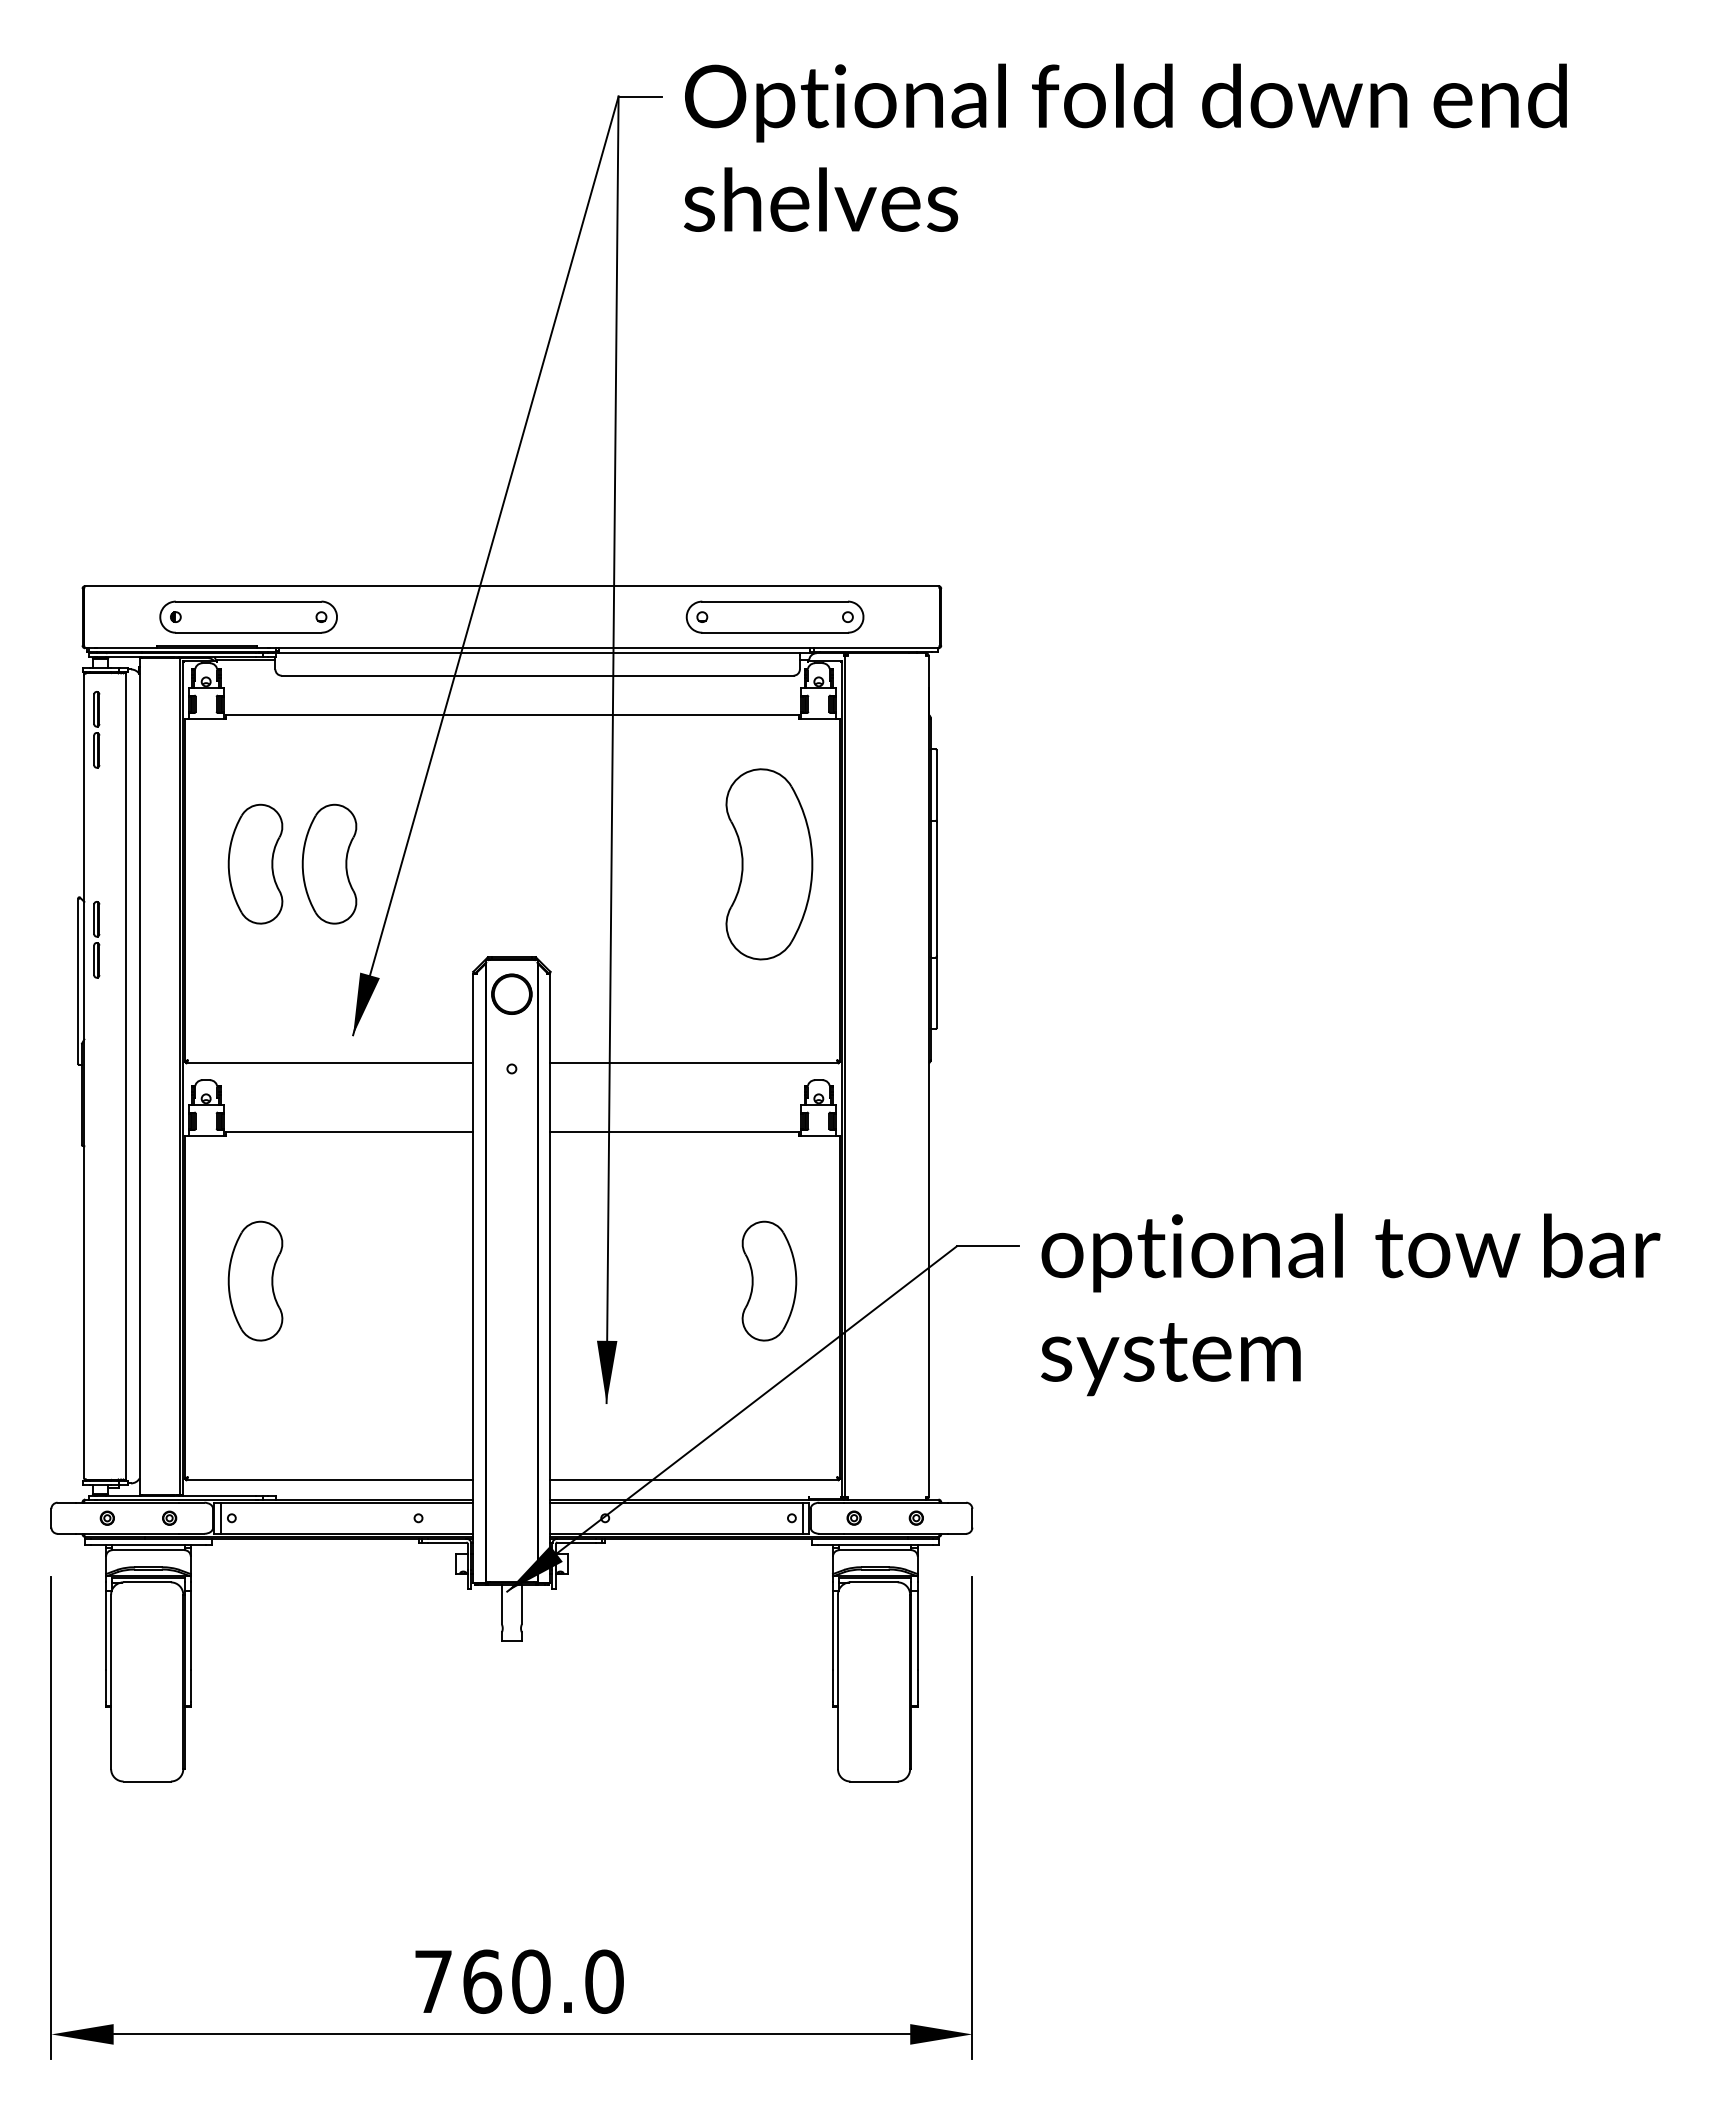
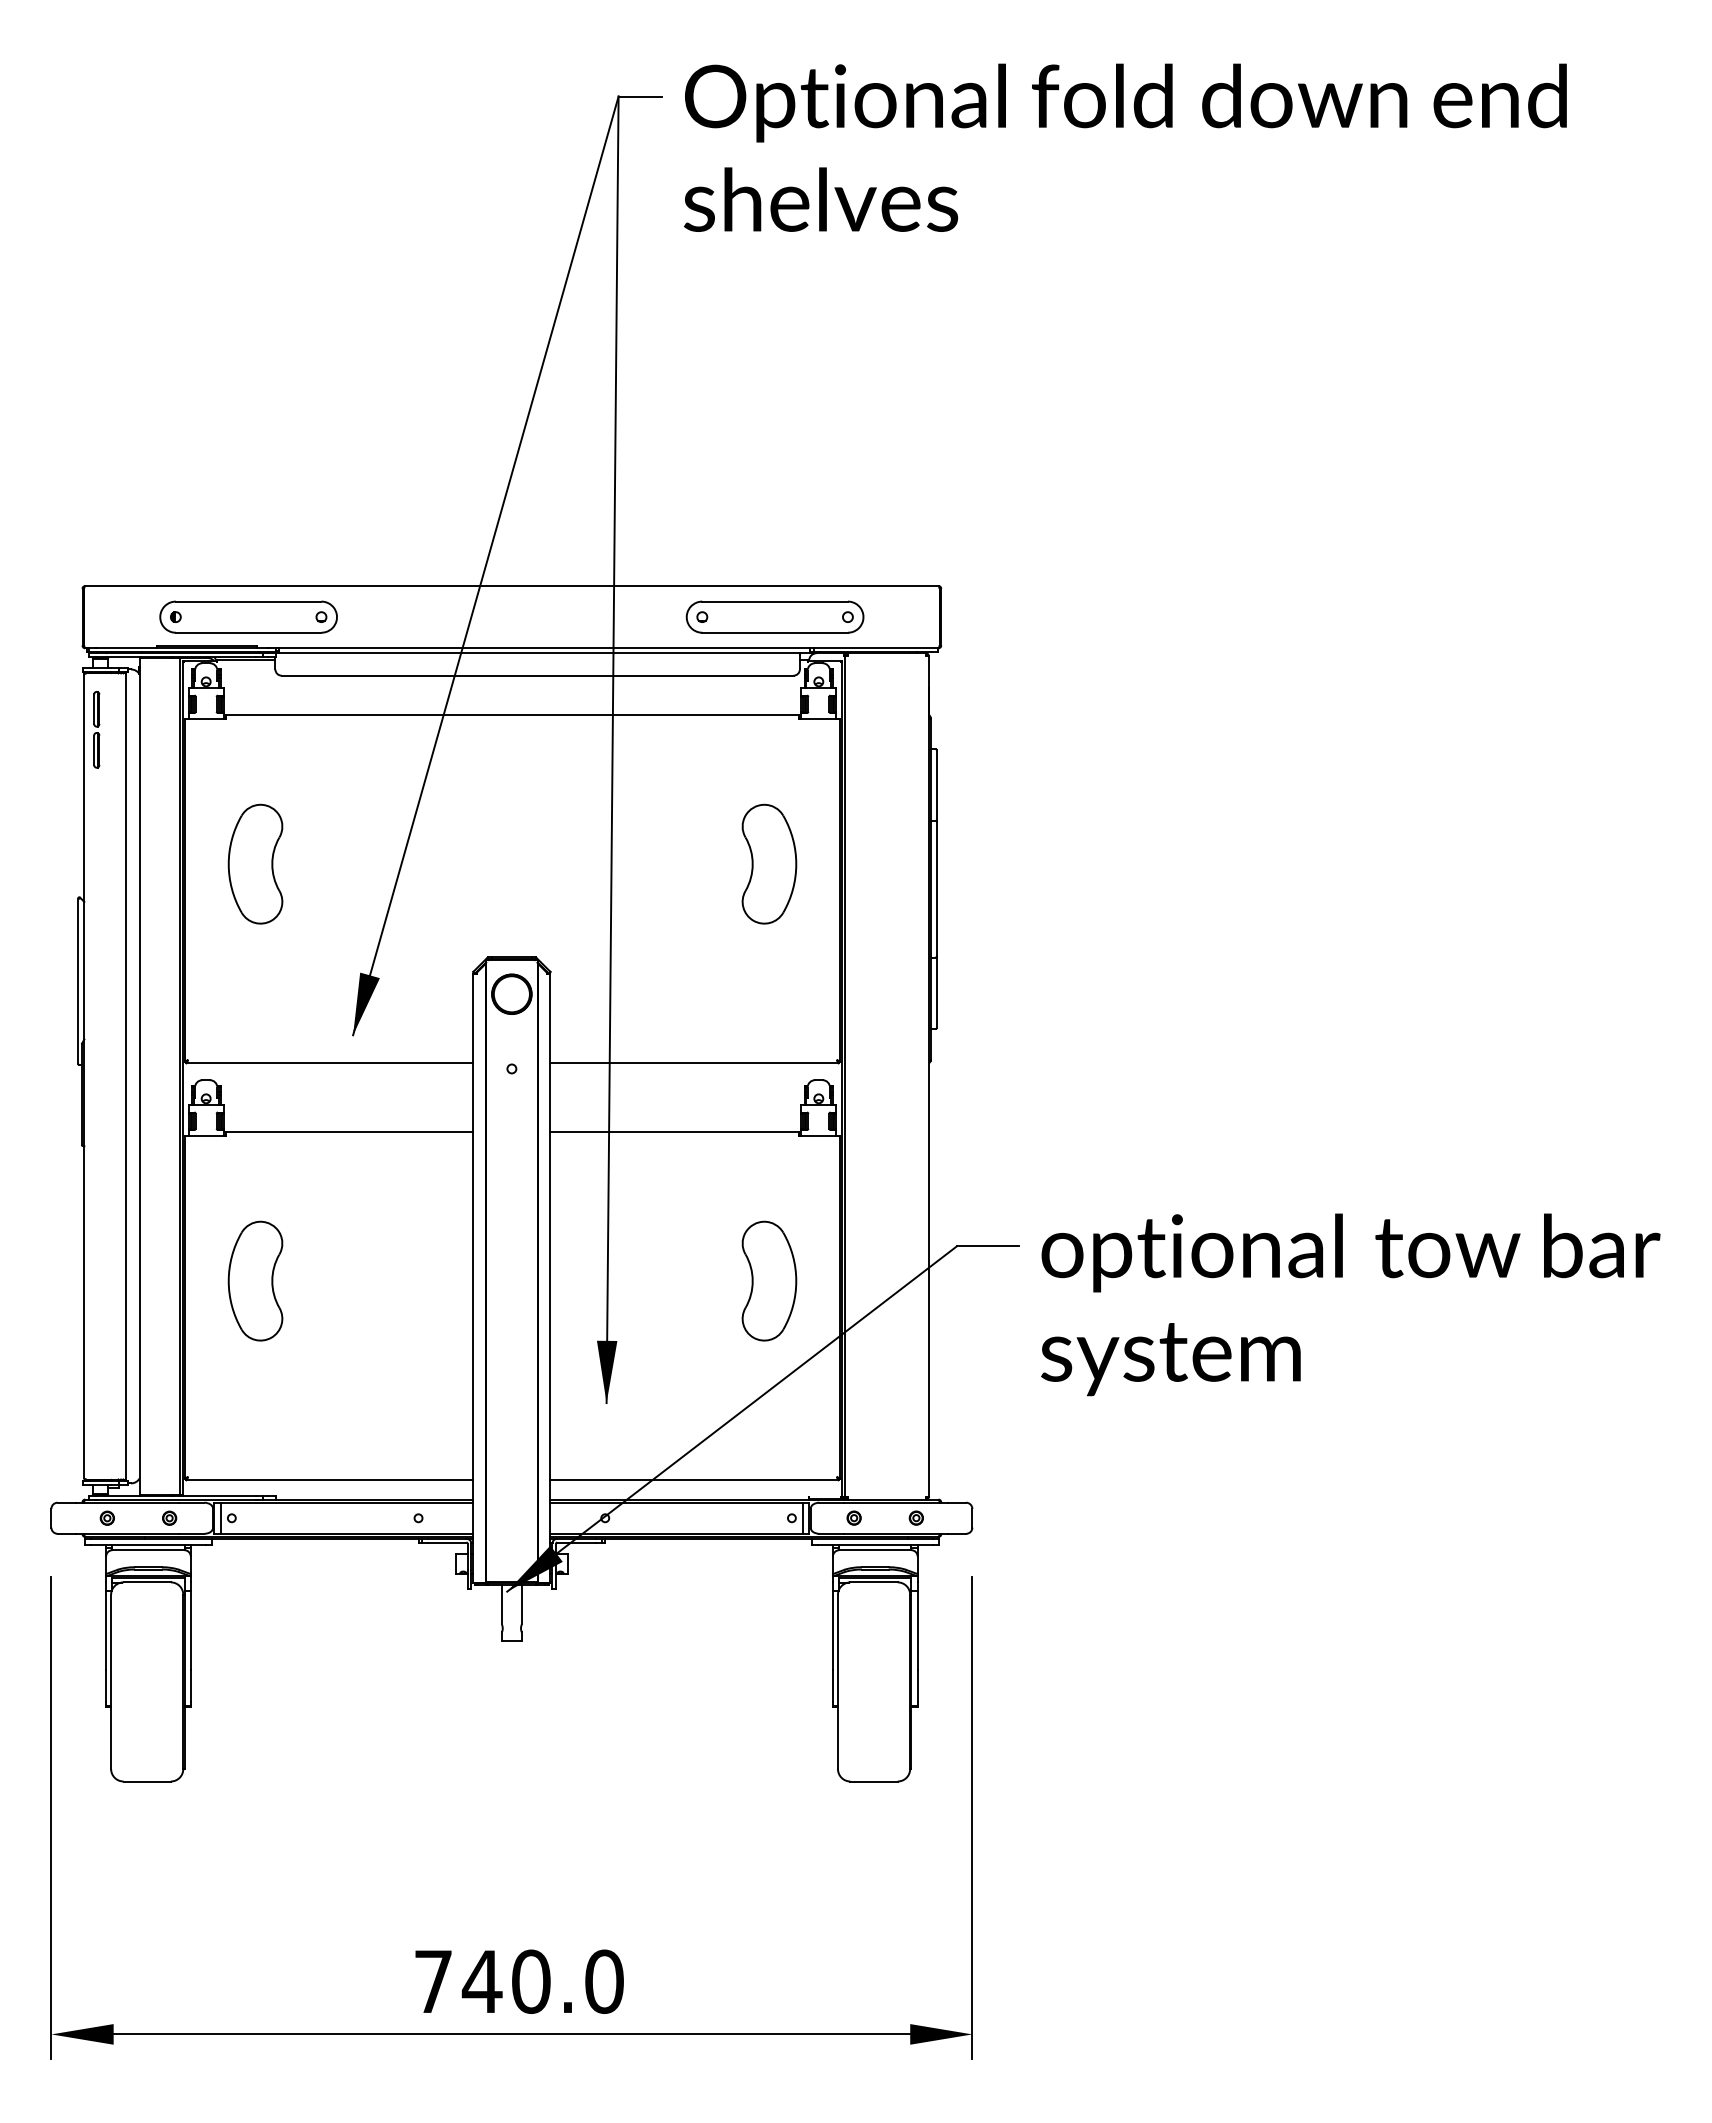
part at (329, 863): present -> none
part at (769, 864) size: 89x193 px -> 57x122 px
part at (96, 939): present -> none
text at (481, 1981): 760.0 -> 740.0
